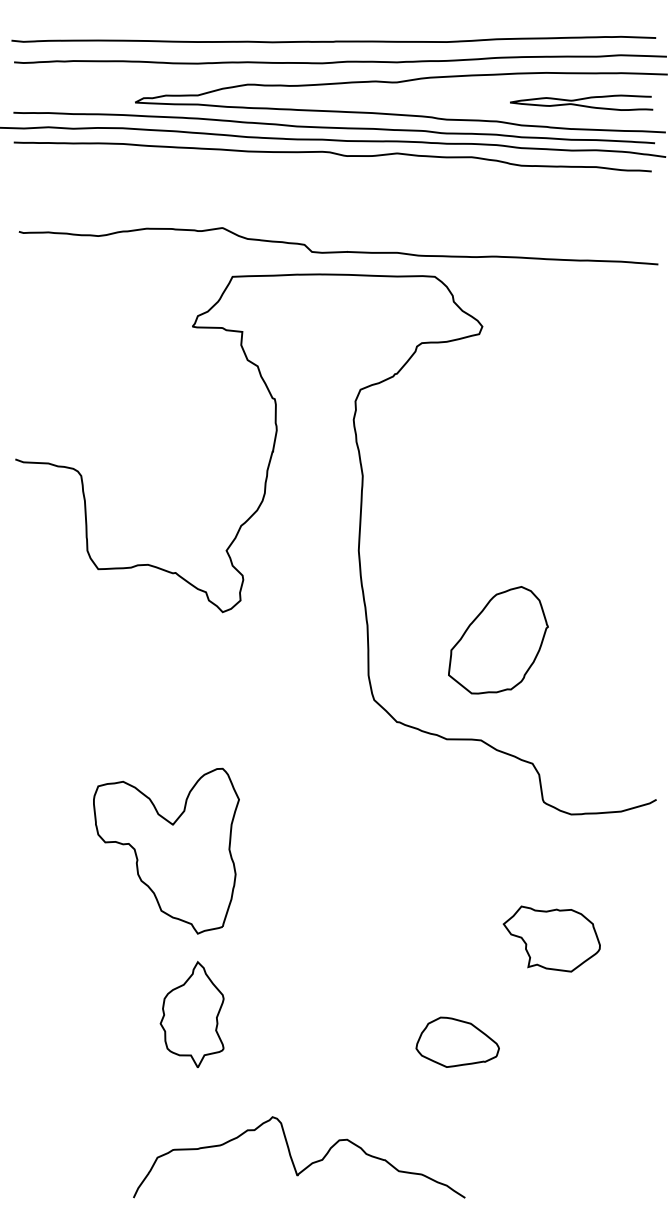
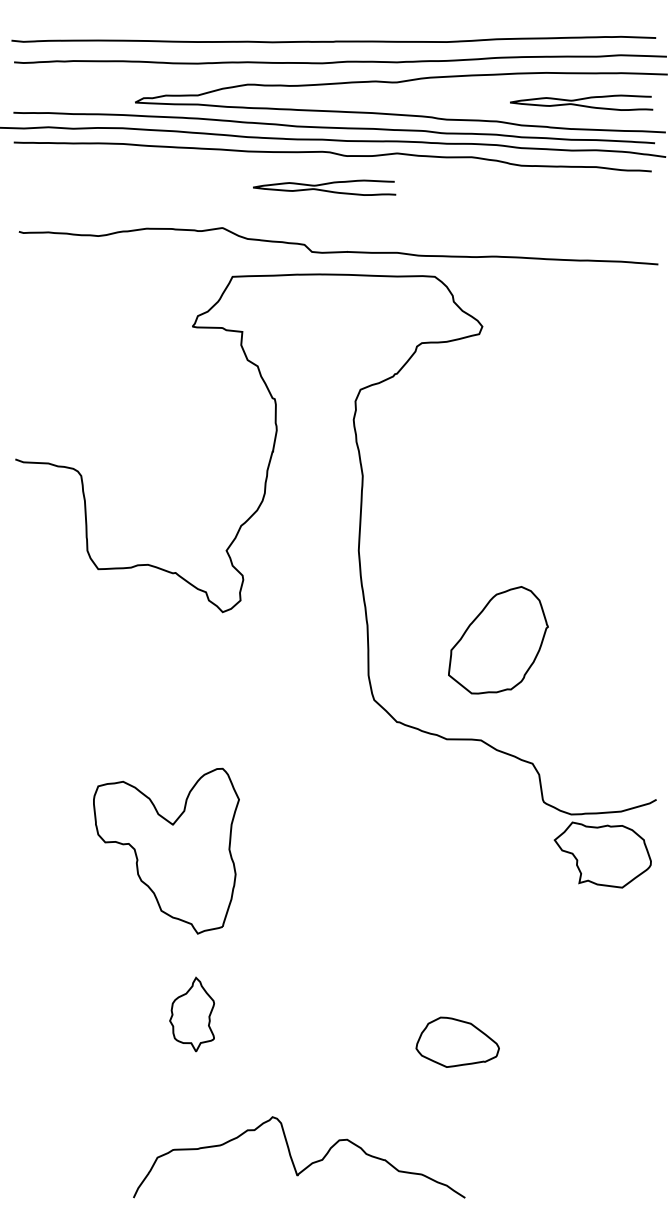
curve at (324, 185): none -> present
part at (551, 938) position: (551, 938) -> (602, 854)
part at (191, 1014) size: 66x107 px -> 46x77 px
